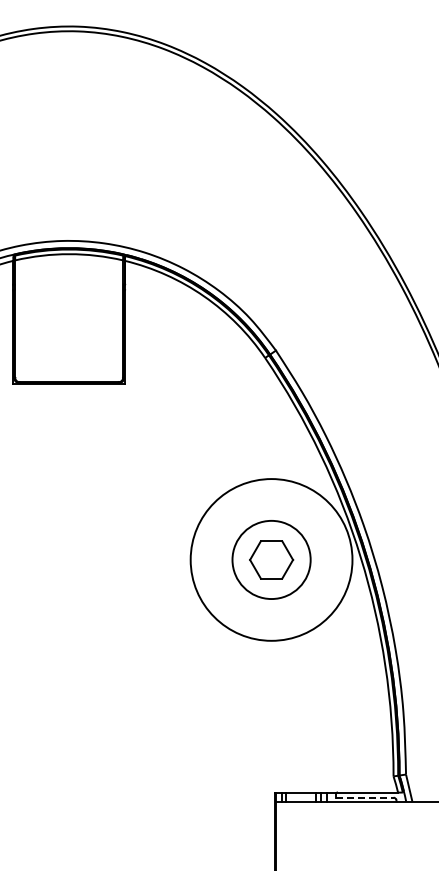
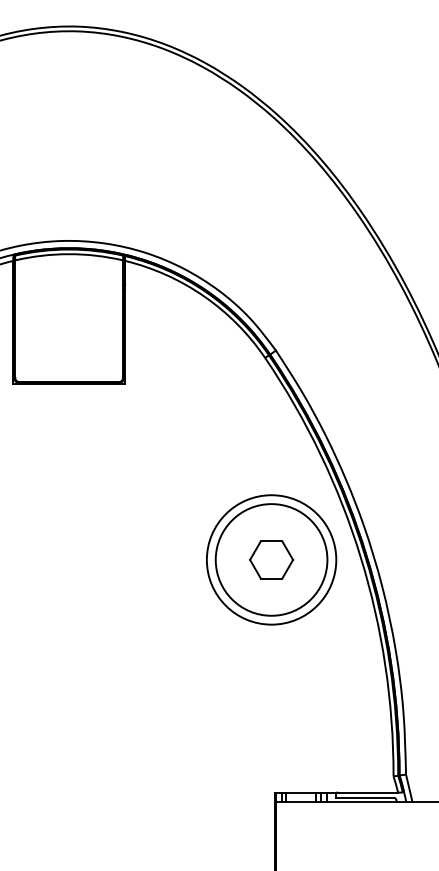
circle at (271, 559) diameter: 162 px -> 129 px
circle at (271, 559) diameter: 78 px -> 112 px
line at (364, 797): dashed -> solid
